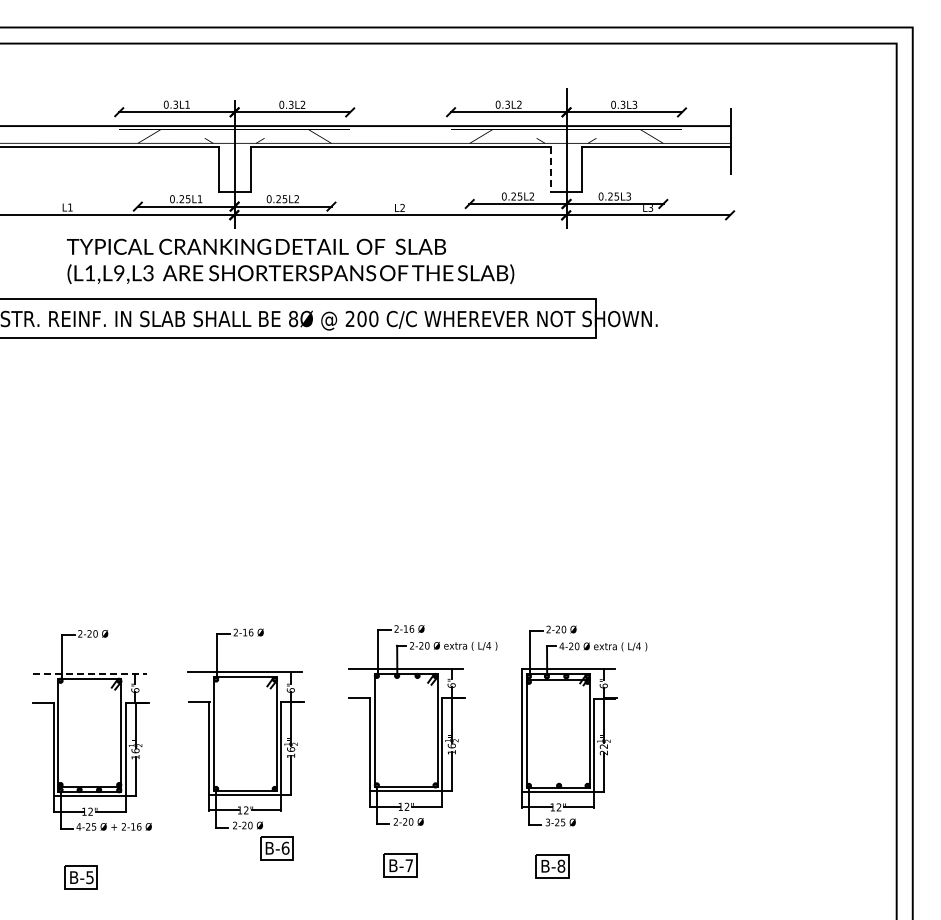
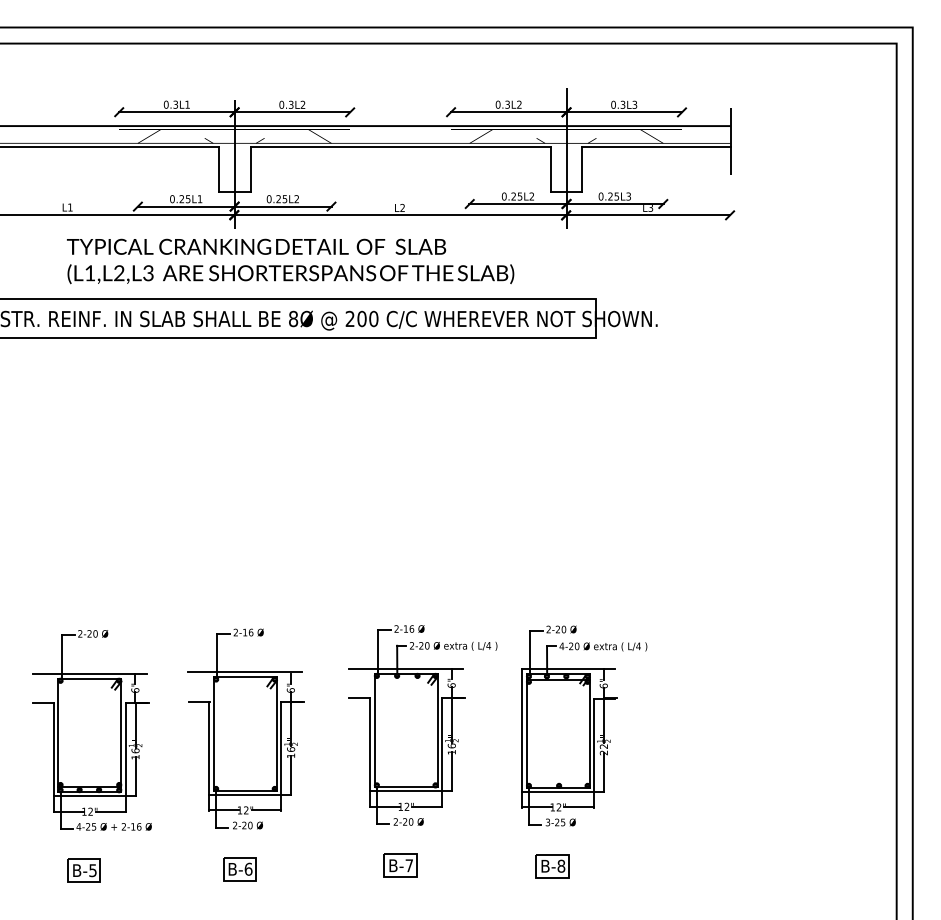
line at (550, 169): dashed -> solid
text at (119, 274): (L1,L9,L3 -> (L1,L2,L3
line at (90, 673): dashed -> solid
part at (276, 848) position: (276, 848) -> (239, 869)
part at (80, 877) position: (80, 877) -> (83, 870)
